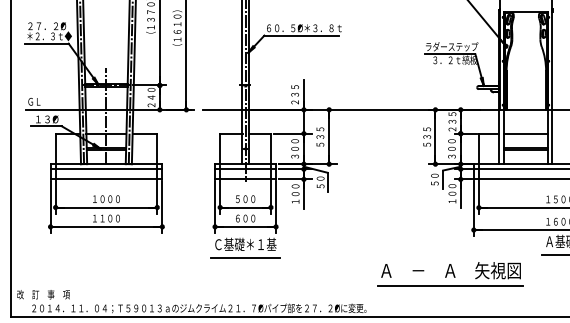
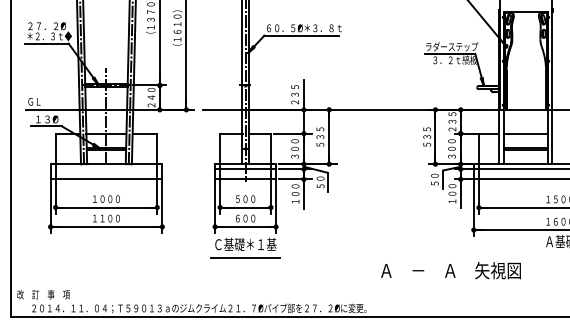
line at (106, 169): present -> none
line at (553, 254): present -> none
line at (450, 286): present -> none
